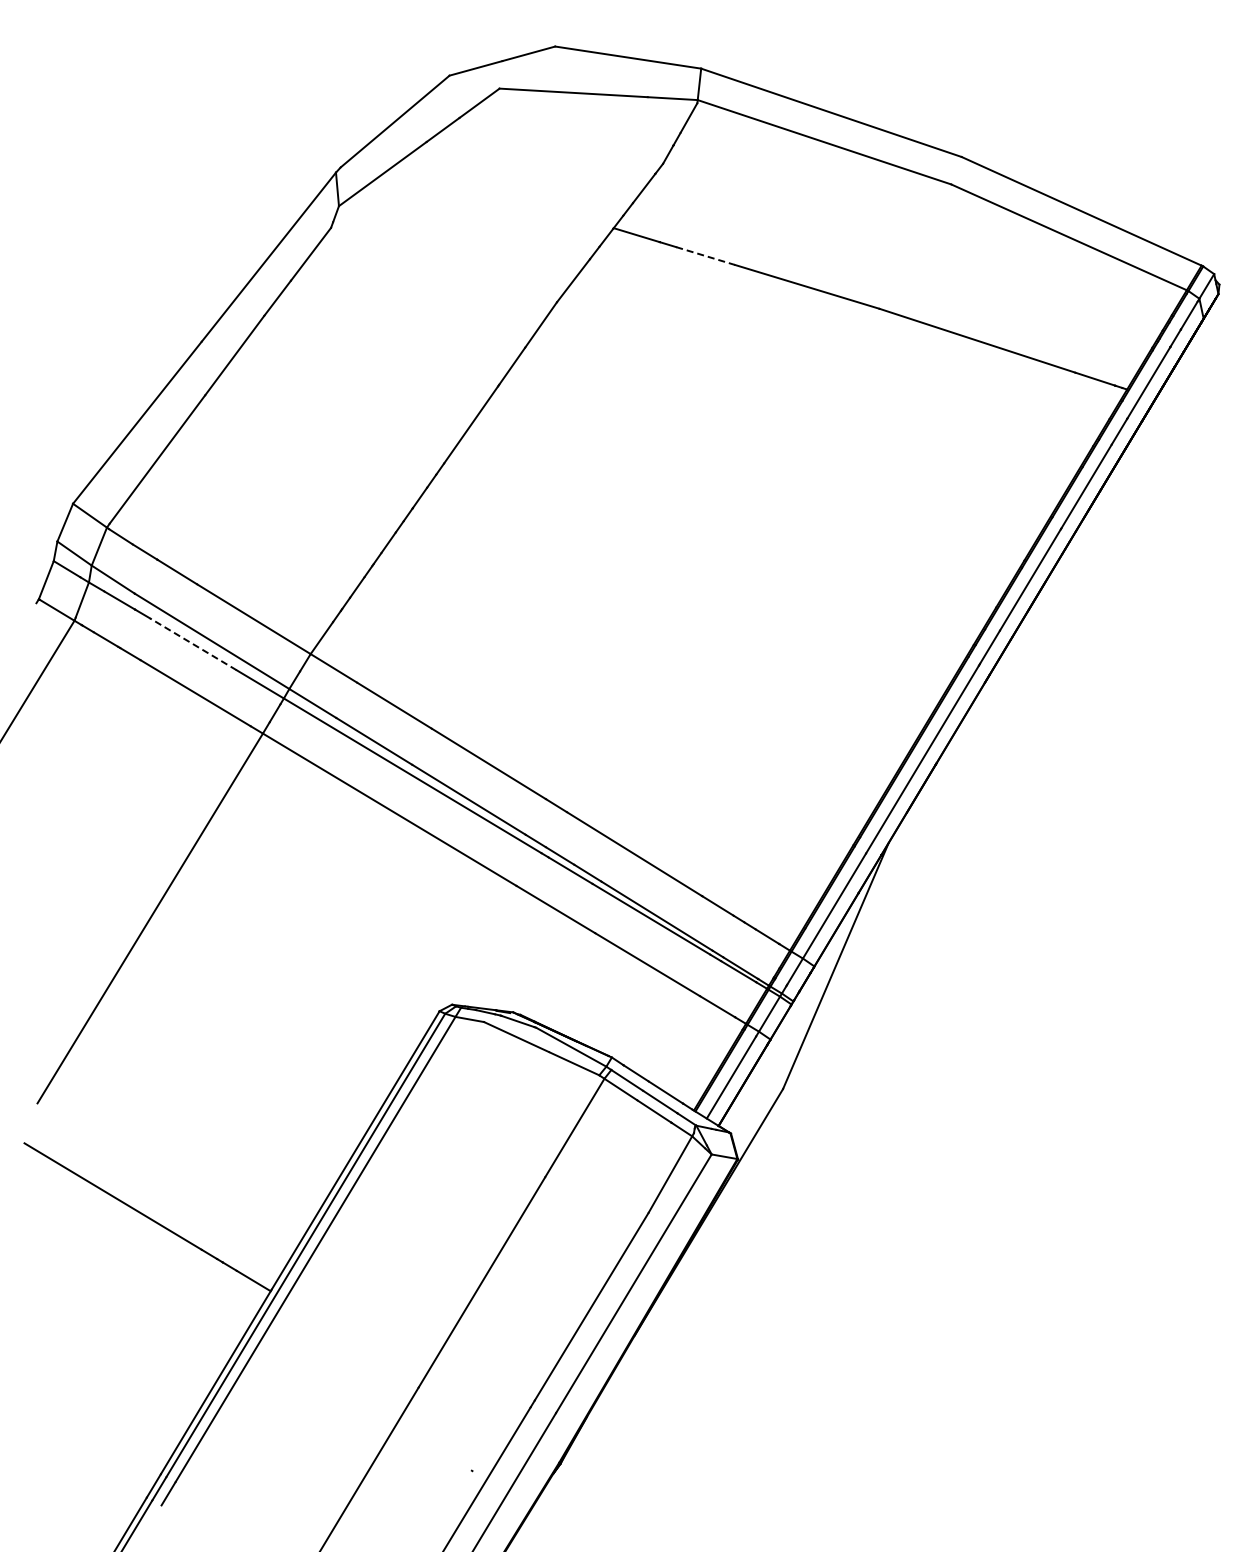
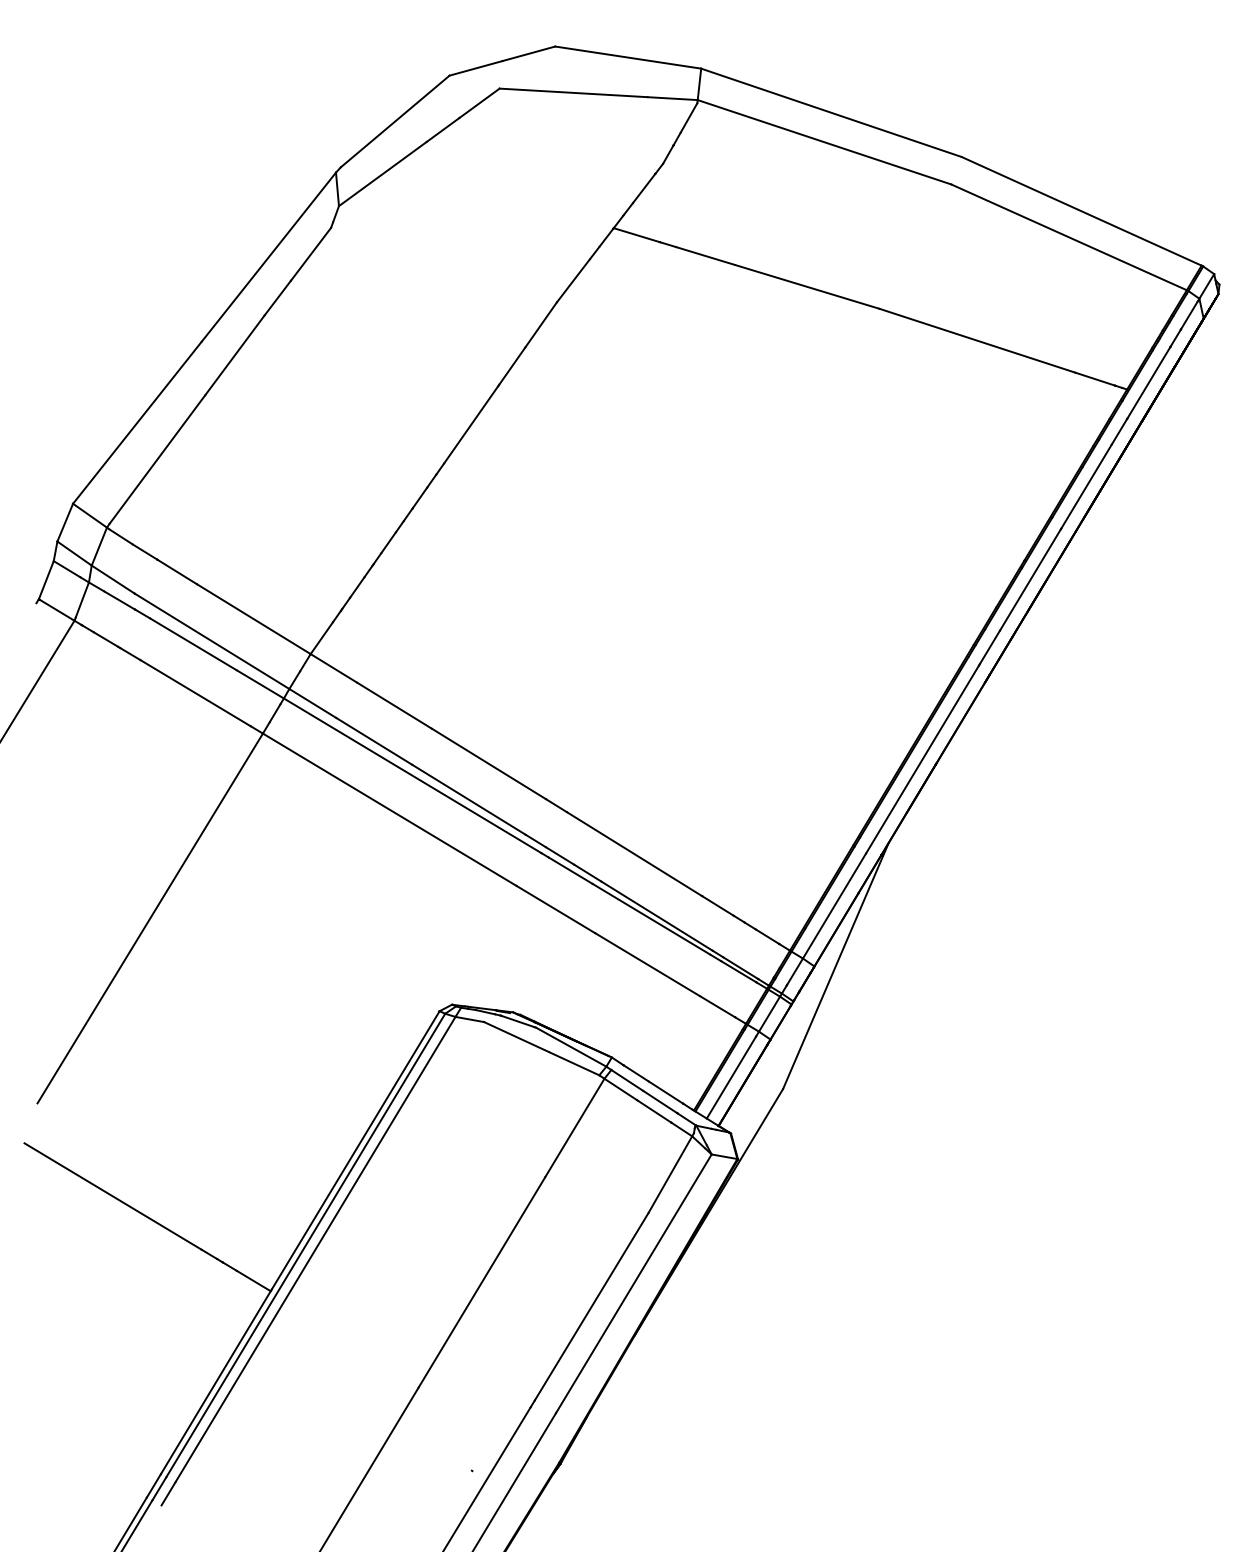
line at (705, 256): dashed -> solid
line at (192, 644): dashed -> solid
